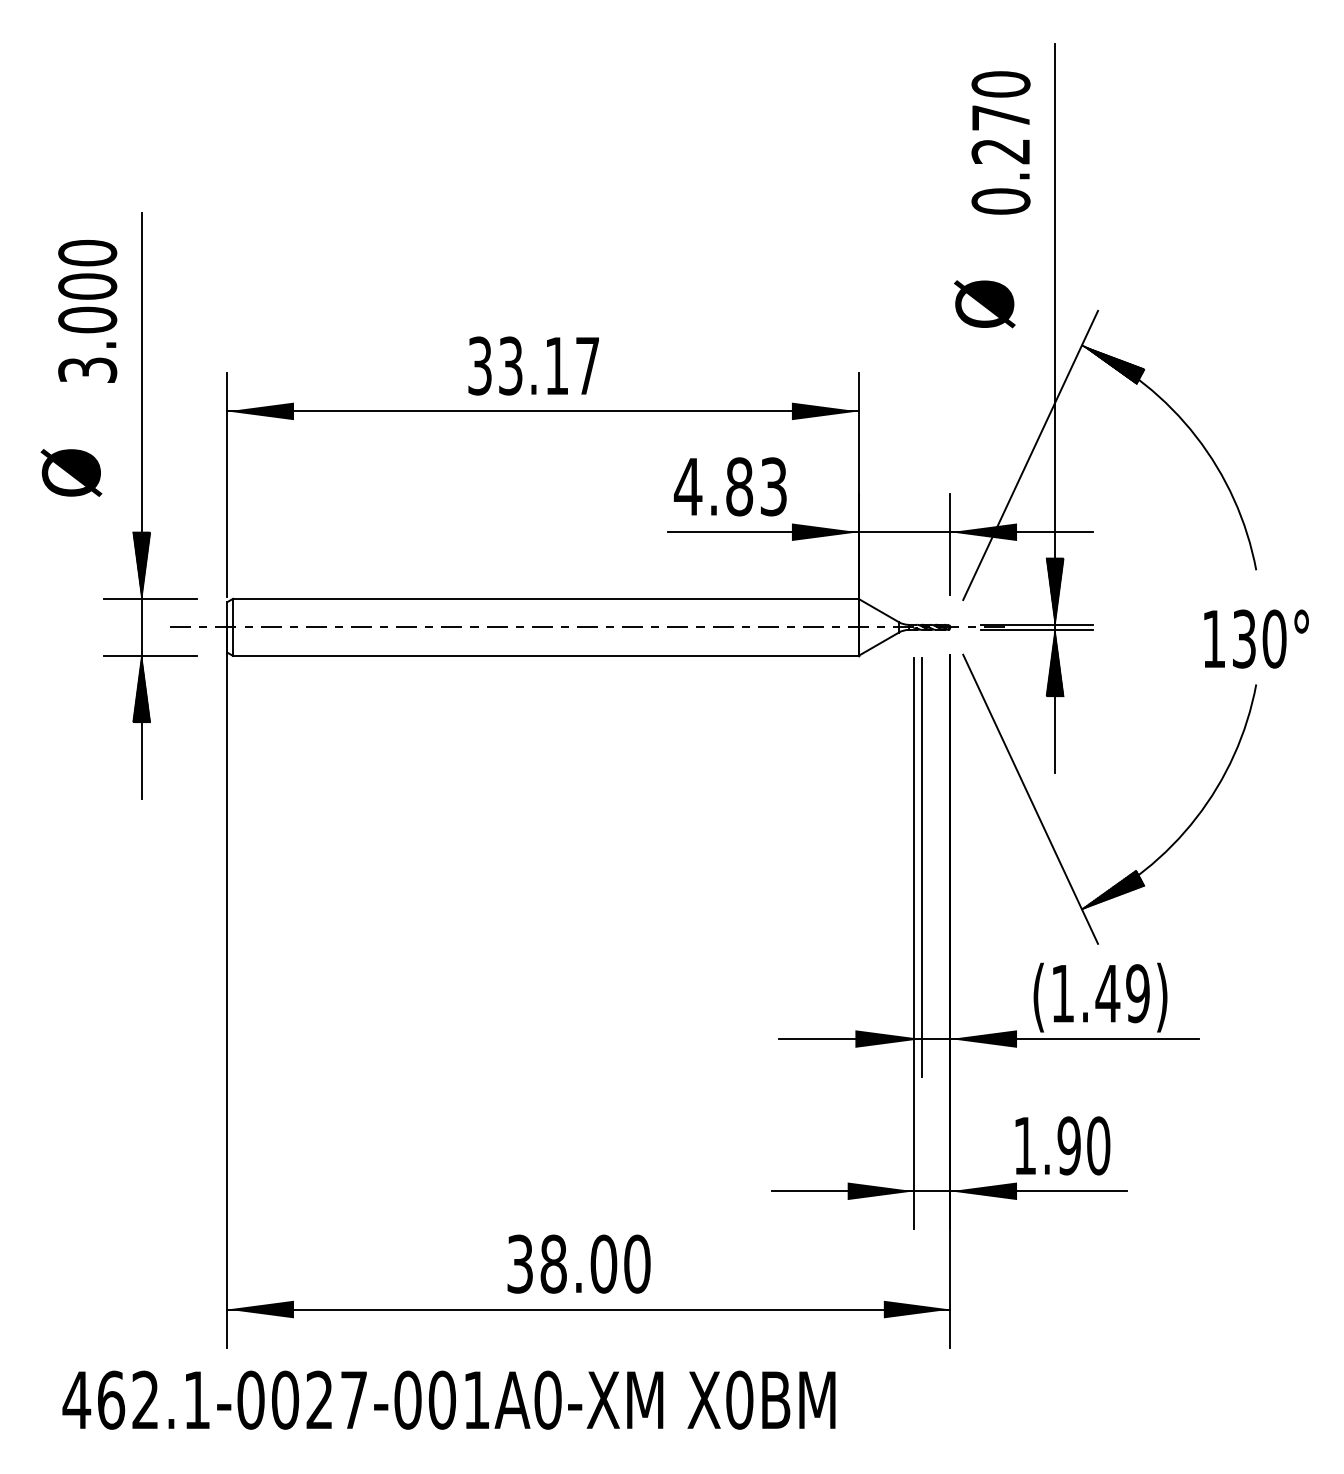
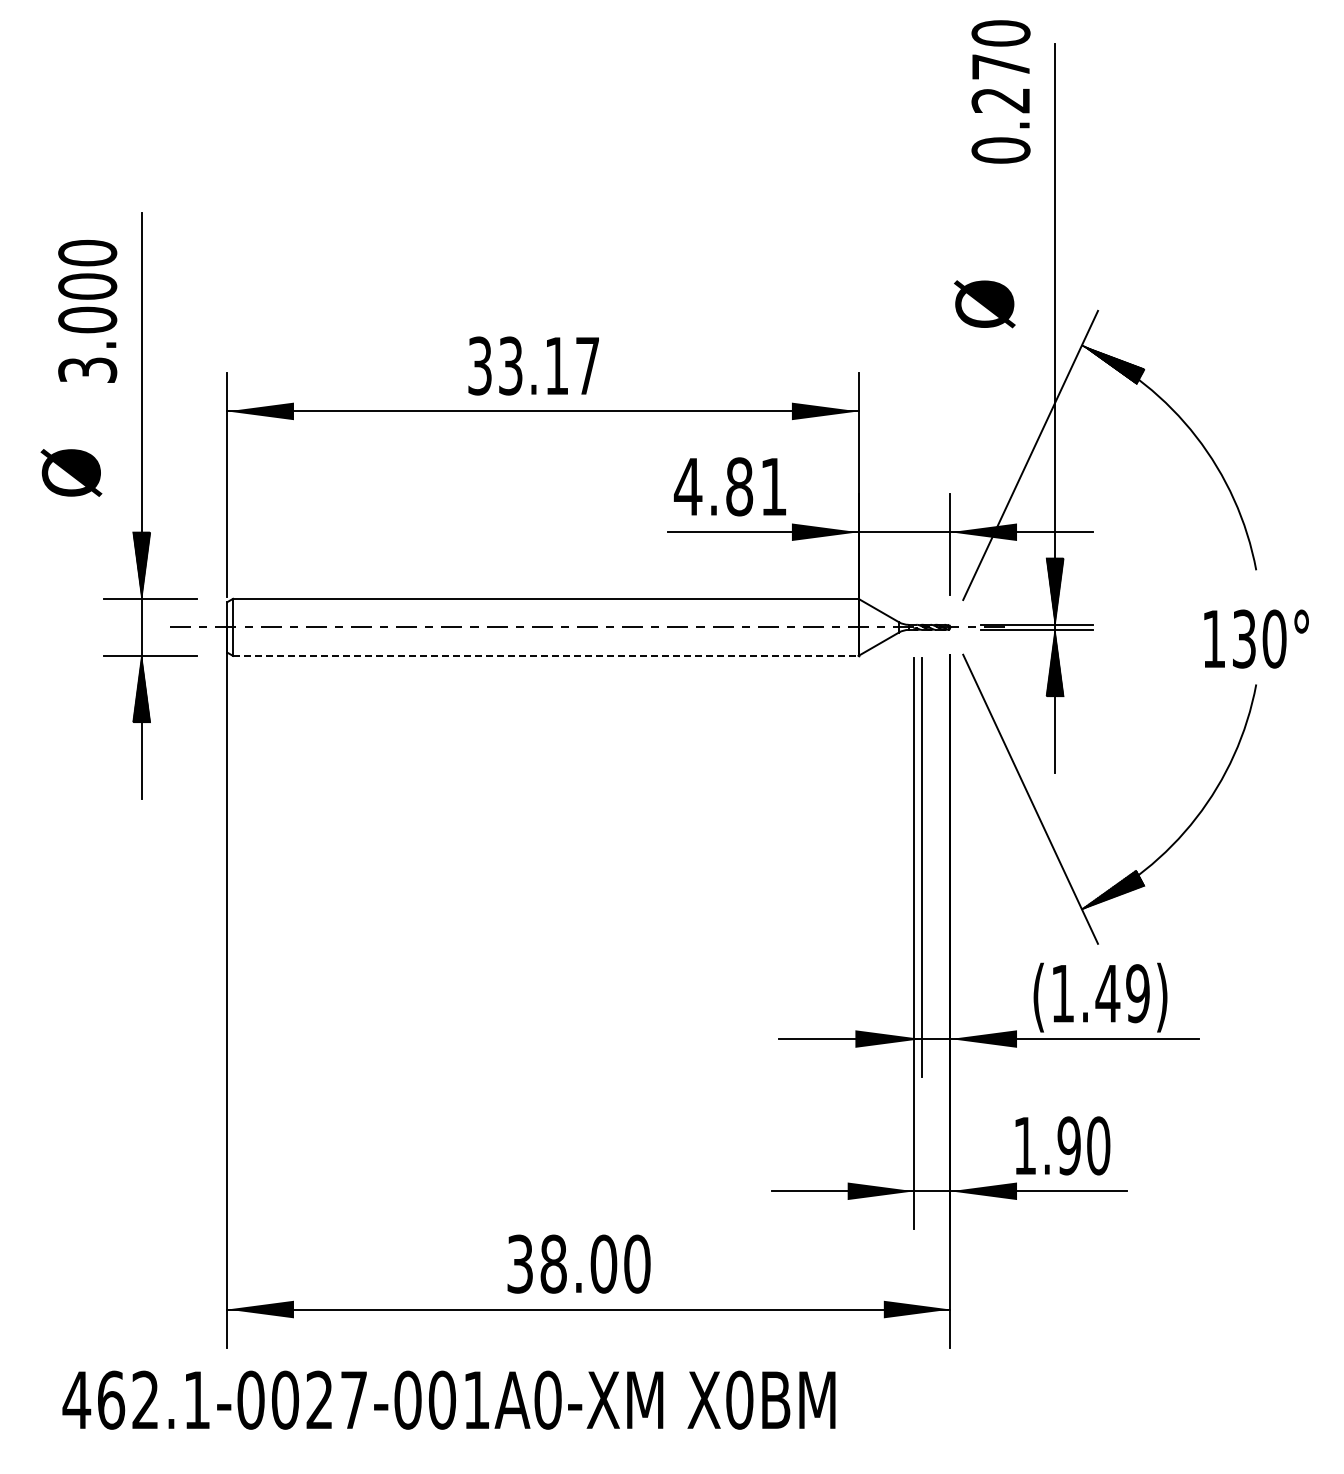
text at (1000, 142) position: (1000, 142) -> (1000, 91)
text at (773, 486): 4.83 -> 4.81
line at (545, 655): solid -> dashed
